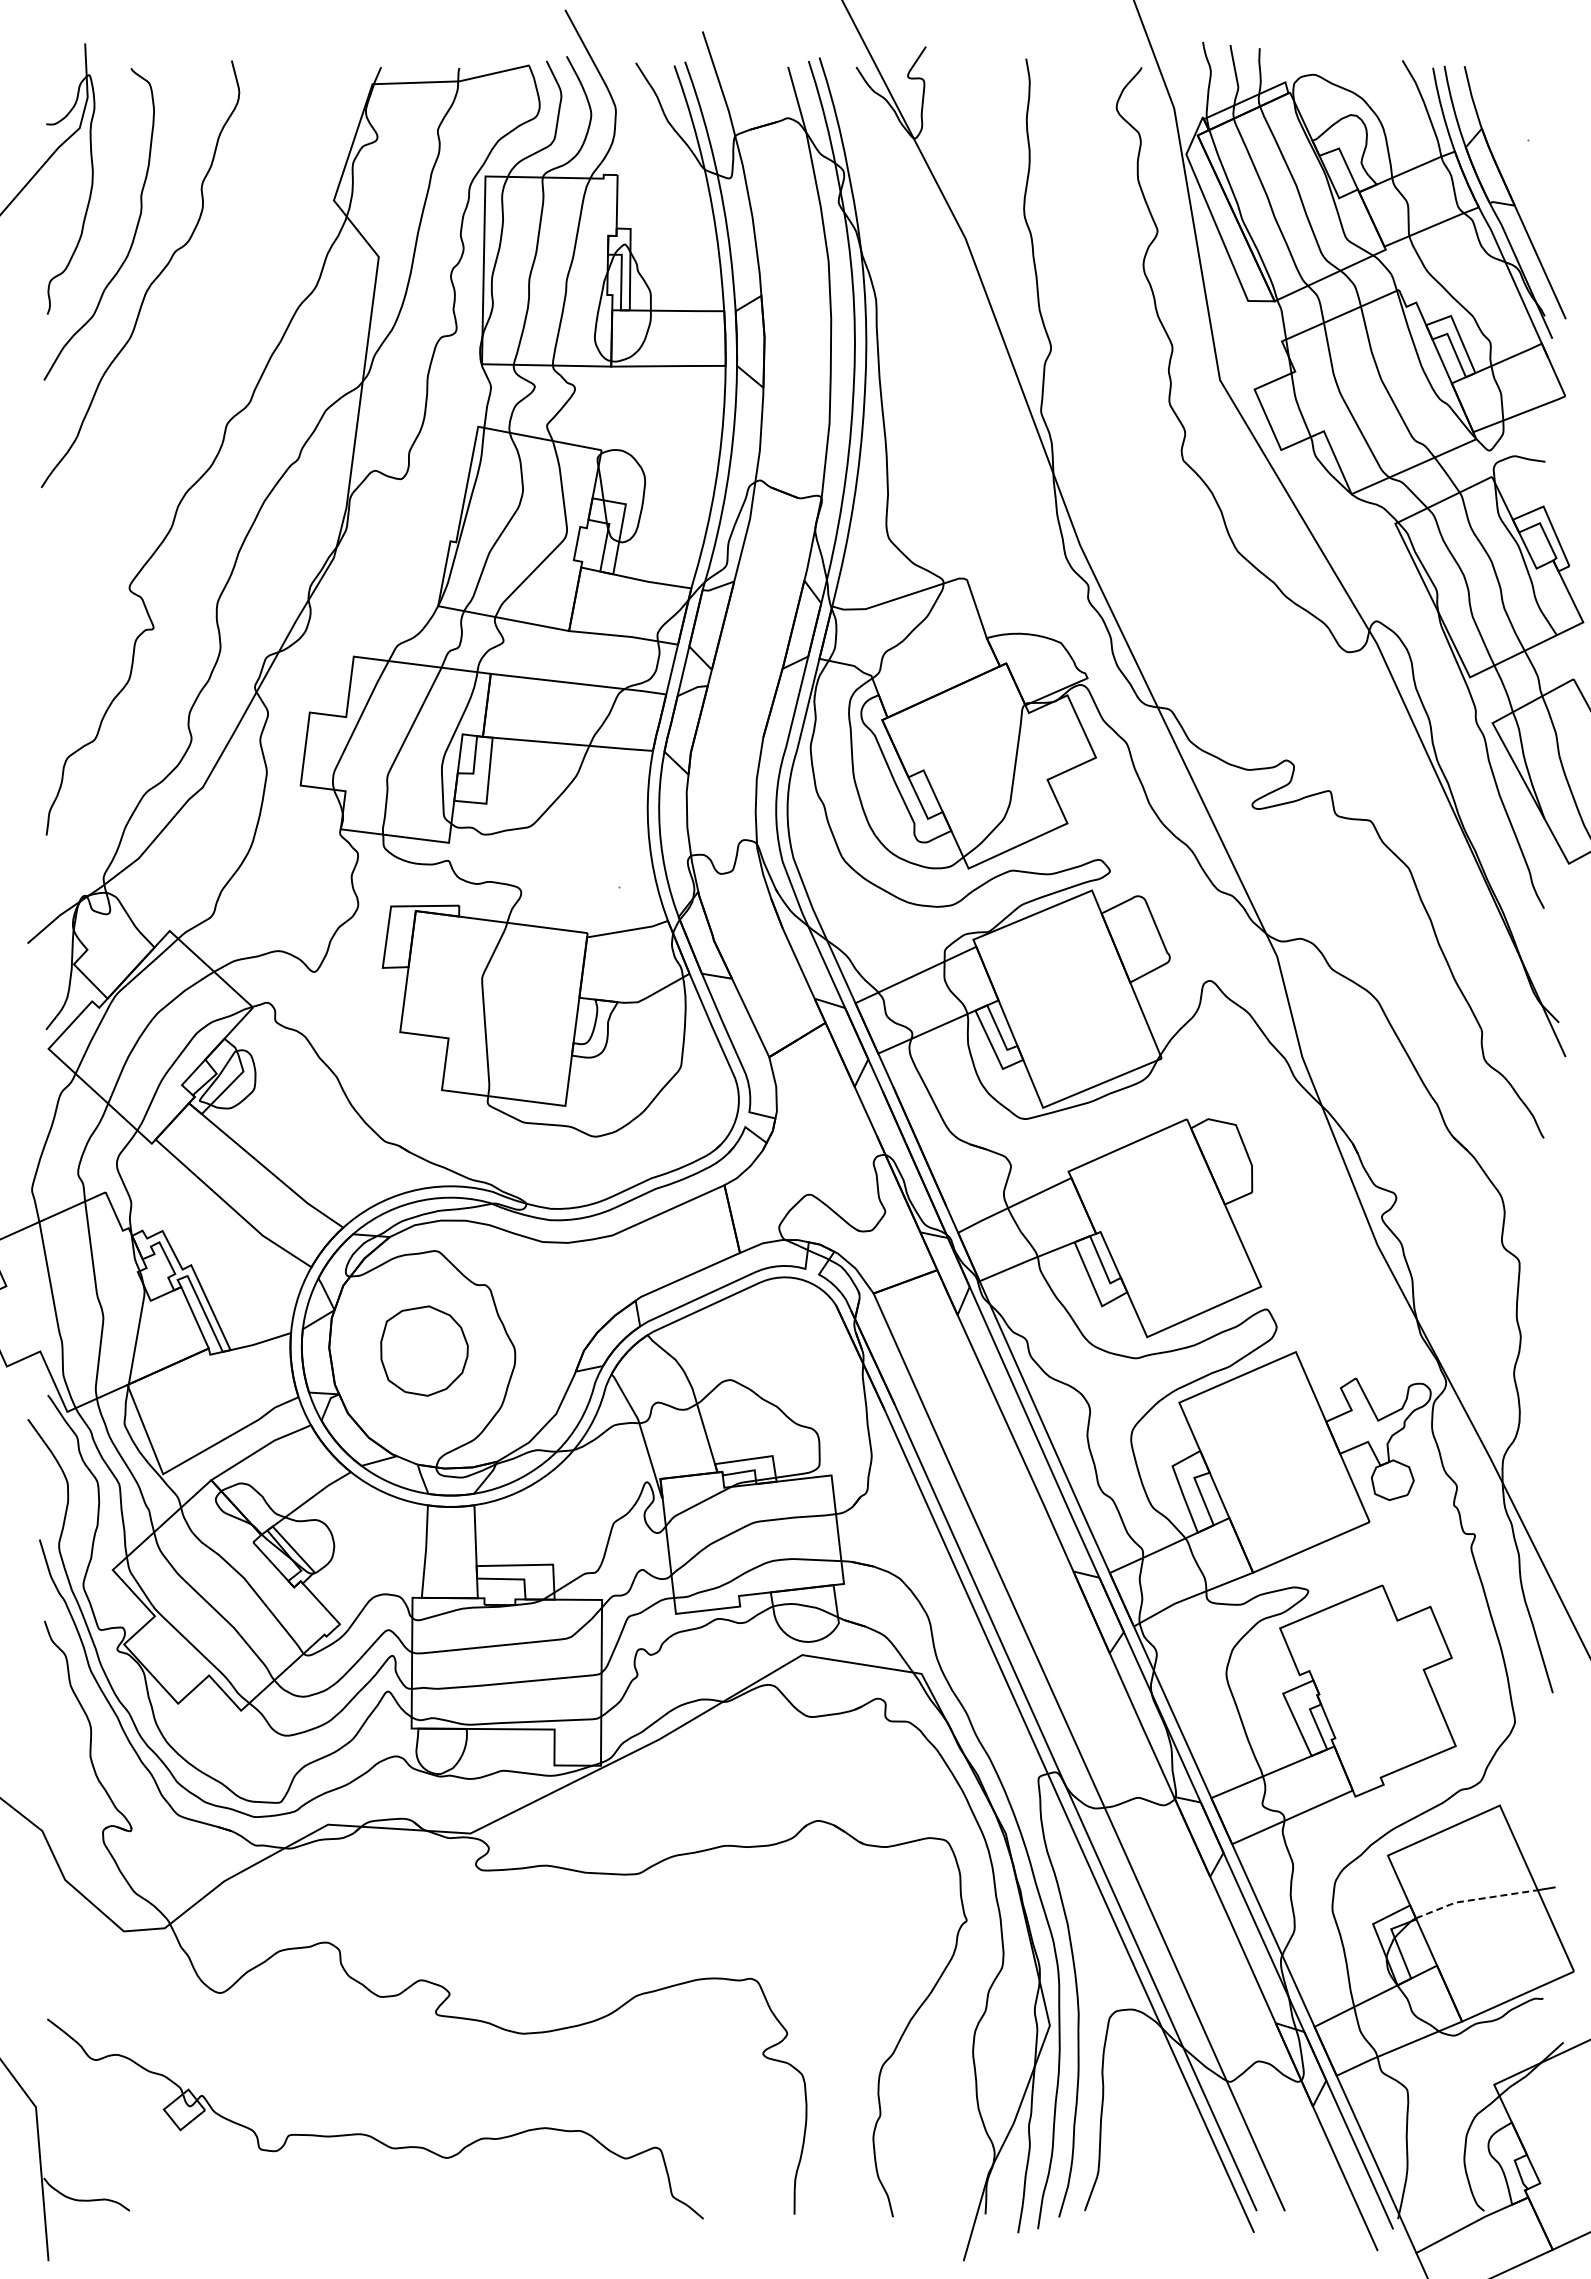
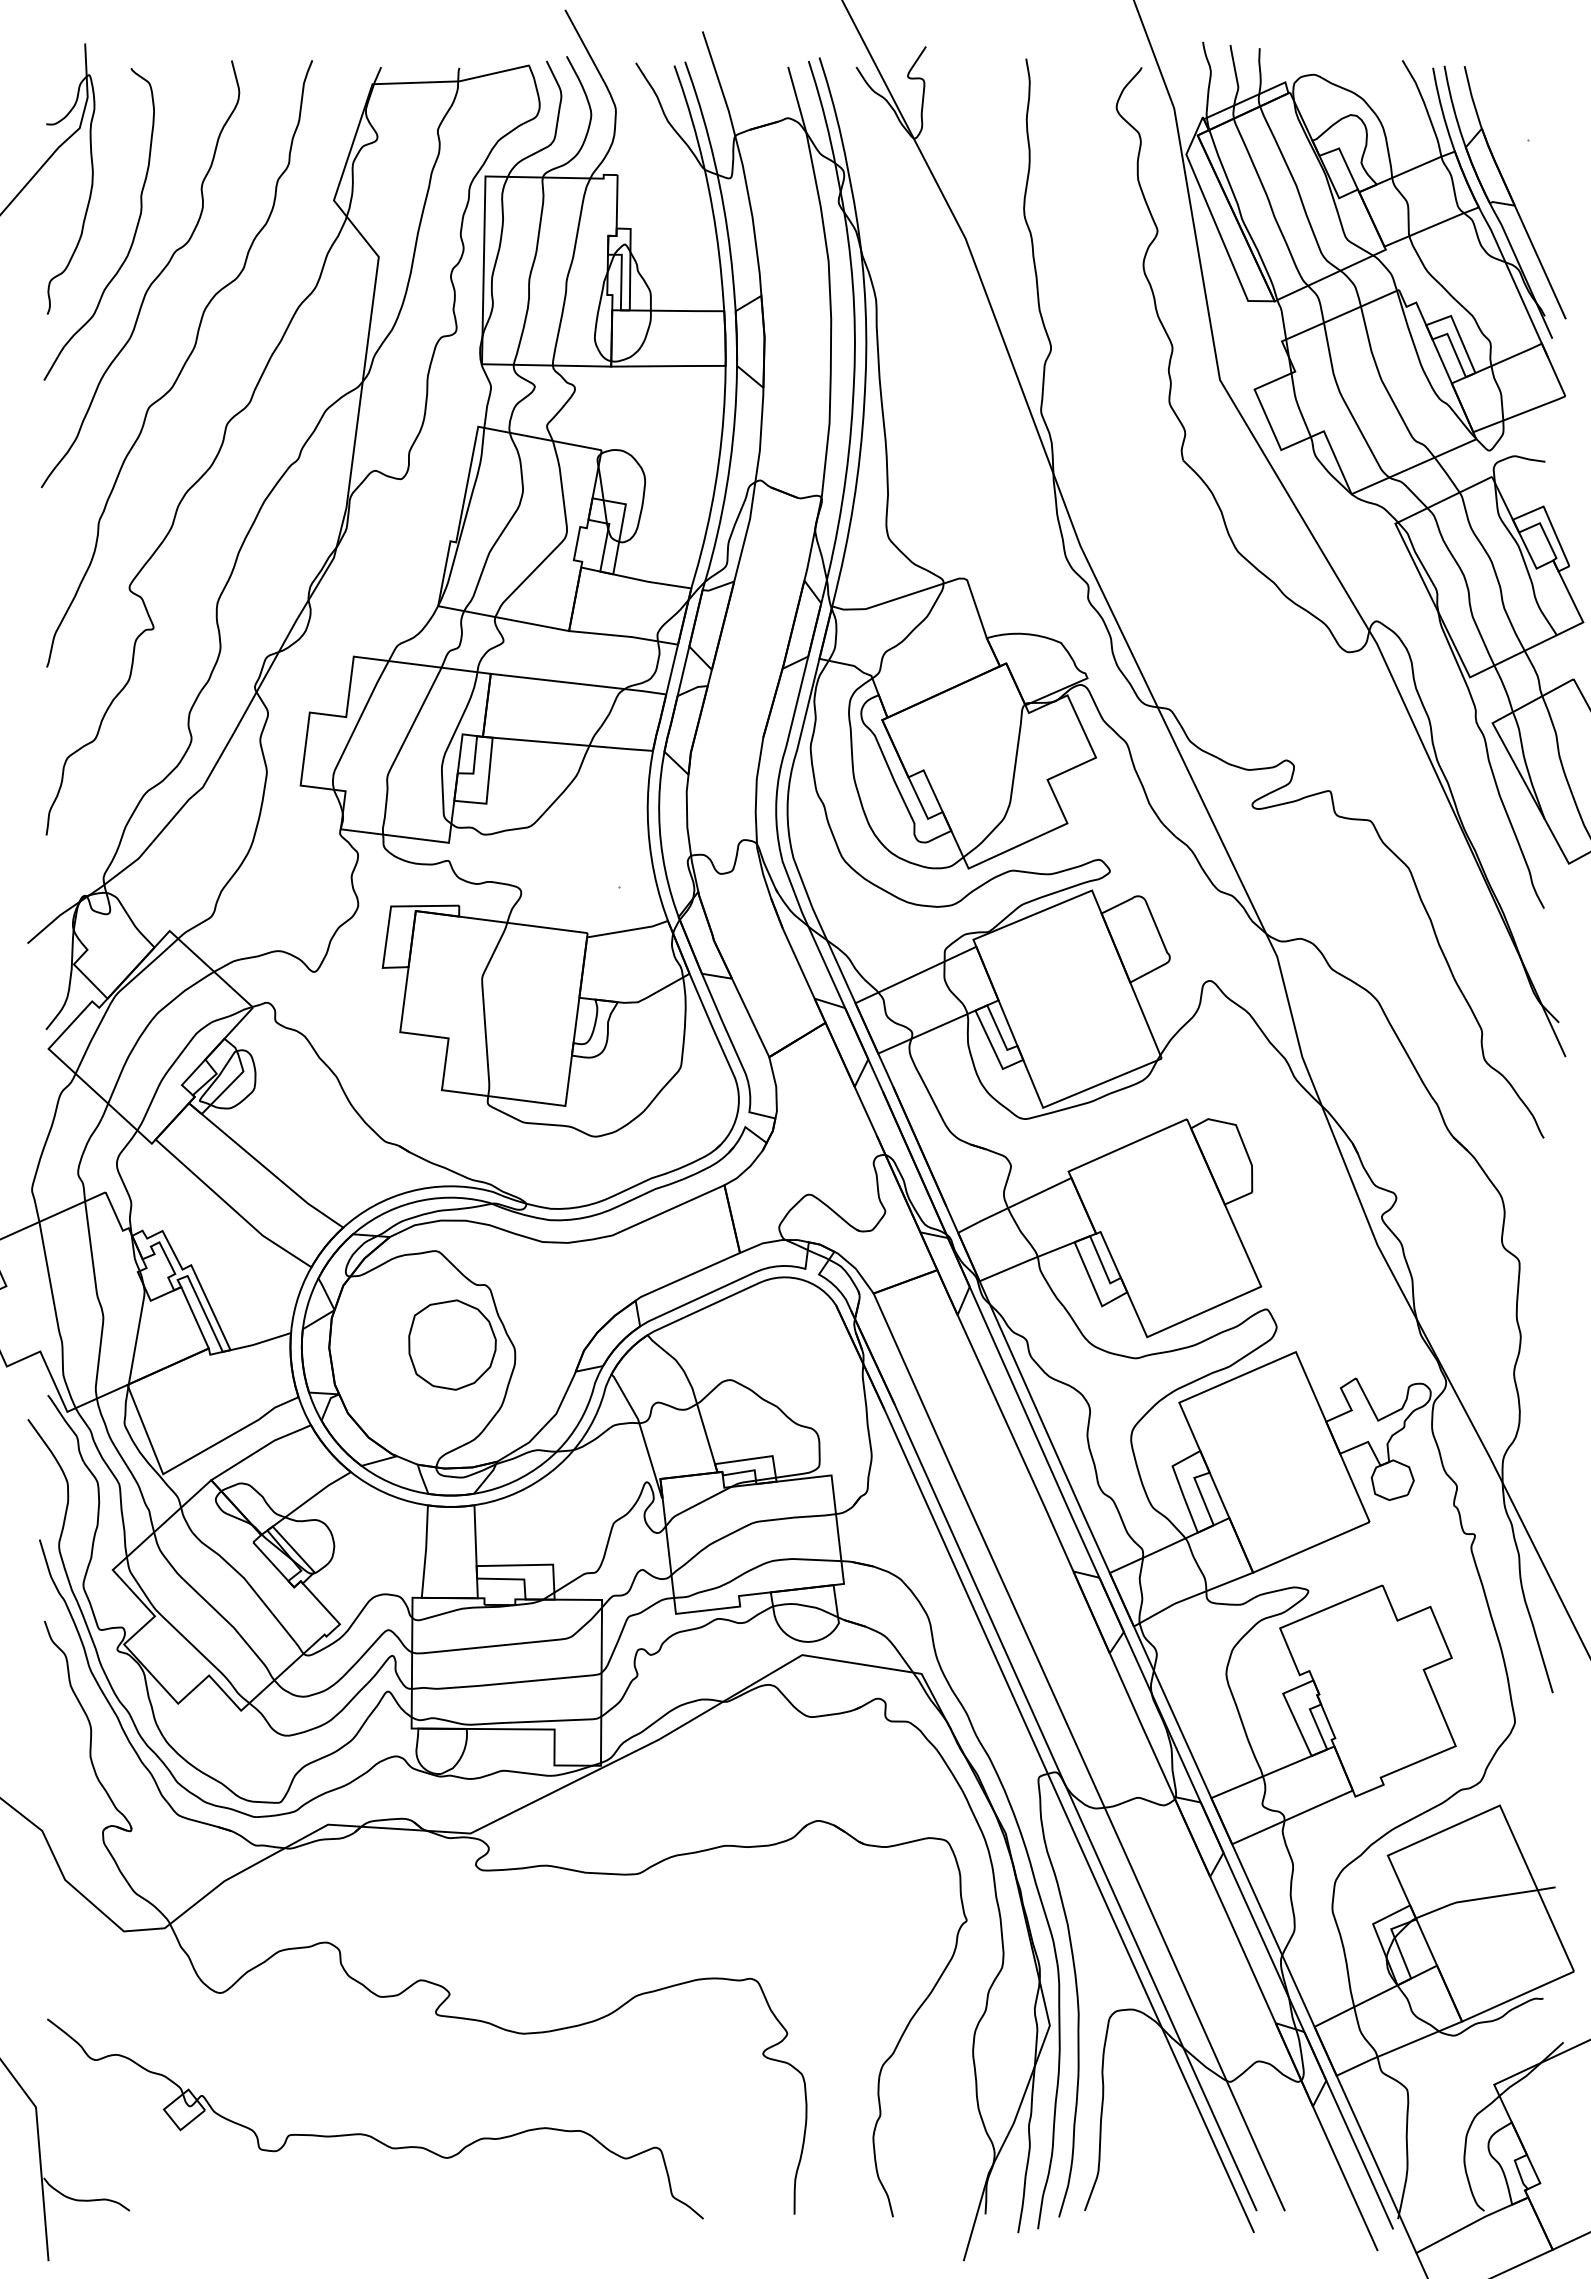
curve at (183, 364): none -> present
part at (424, 1350) position: (424, 1350) -> (452, 1344)
line at (1474, 1899): dashed -> solid
